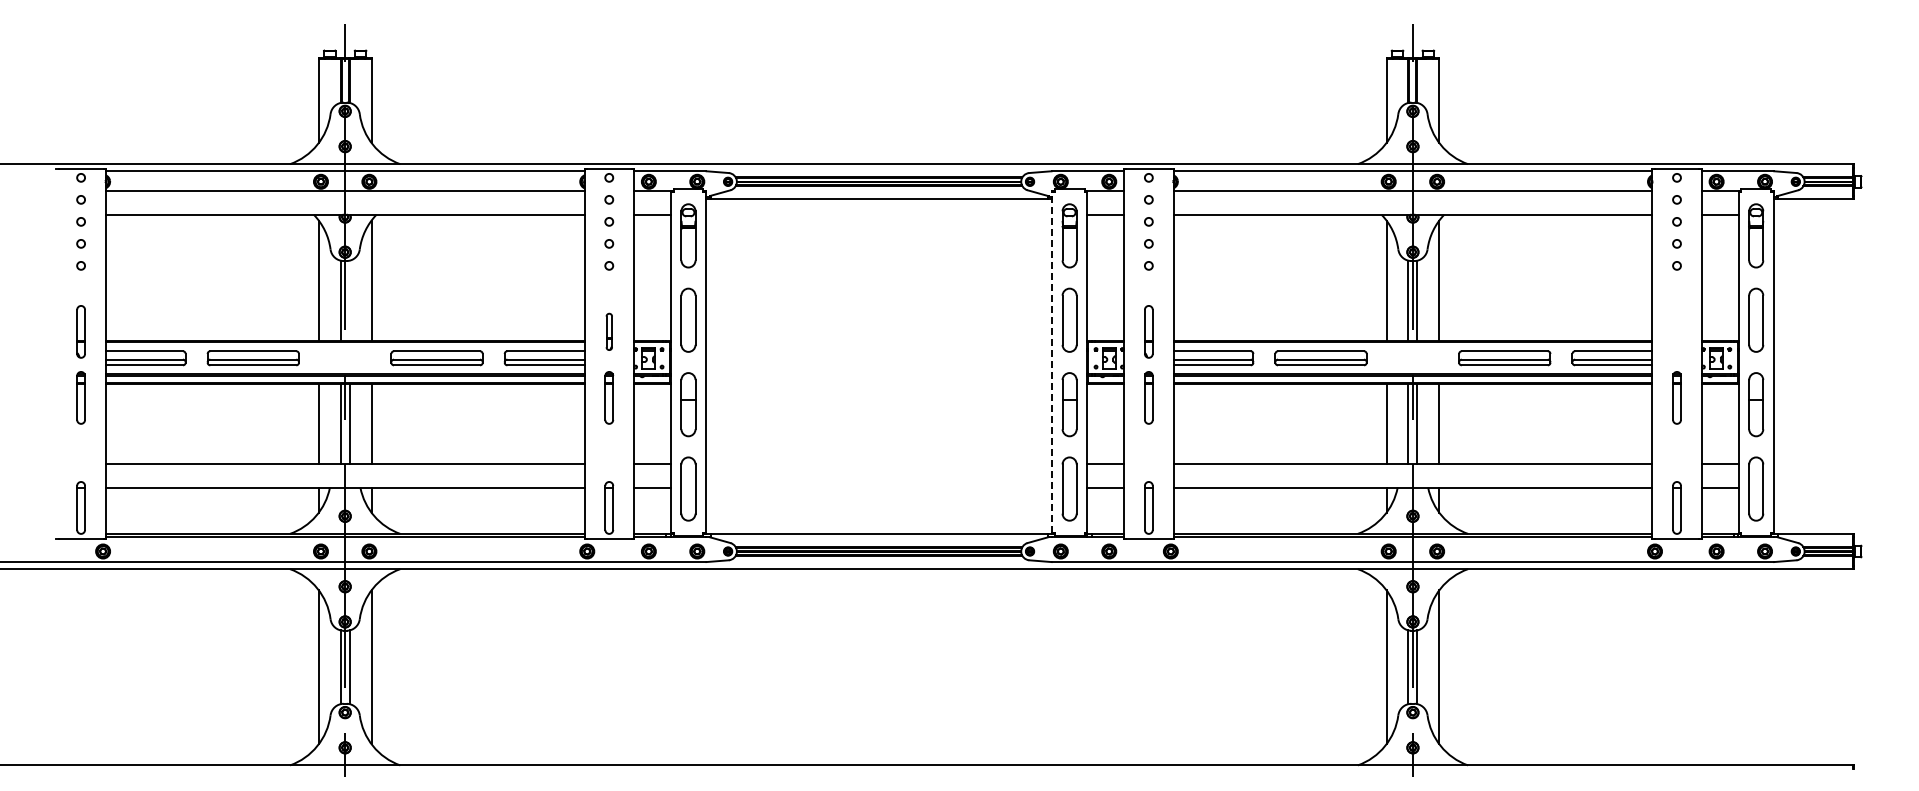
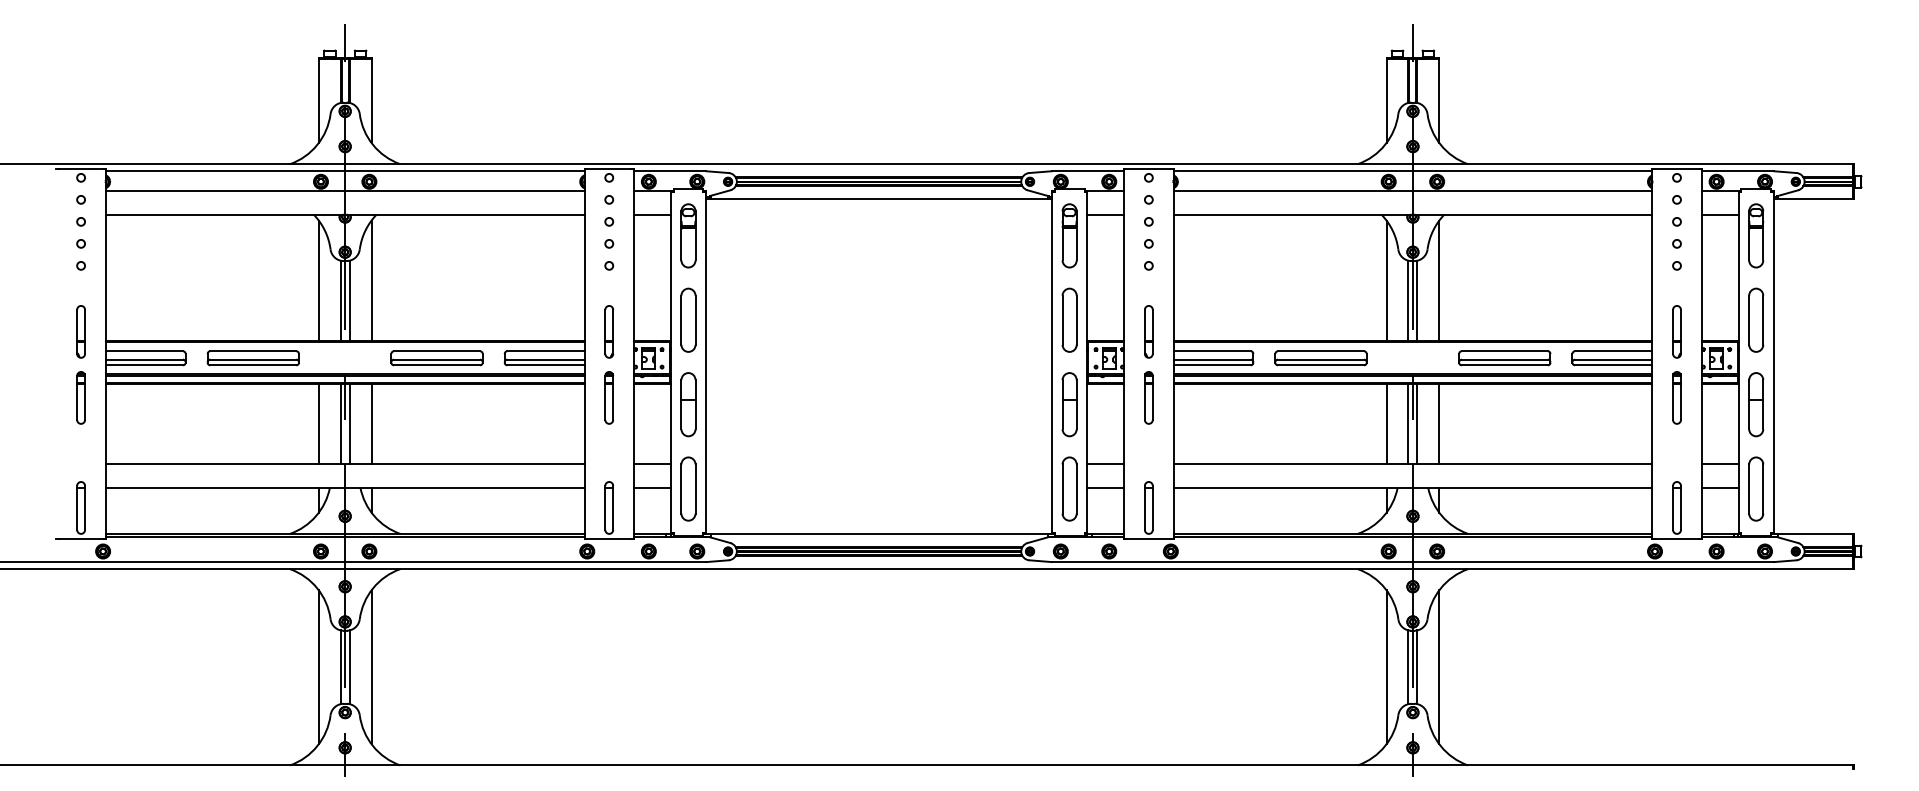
line at (349, 300): none -> present
part at (608, 331) size: 8x39 px -> 11x54 px
part at (1676, 331): none -> present
line at (1052, 362): dashed -> solid
